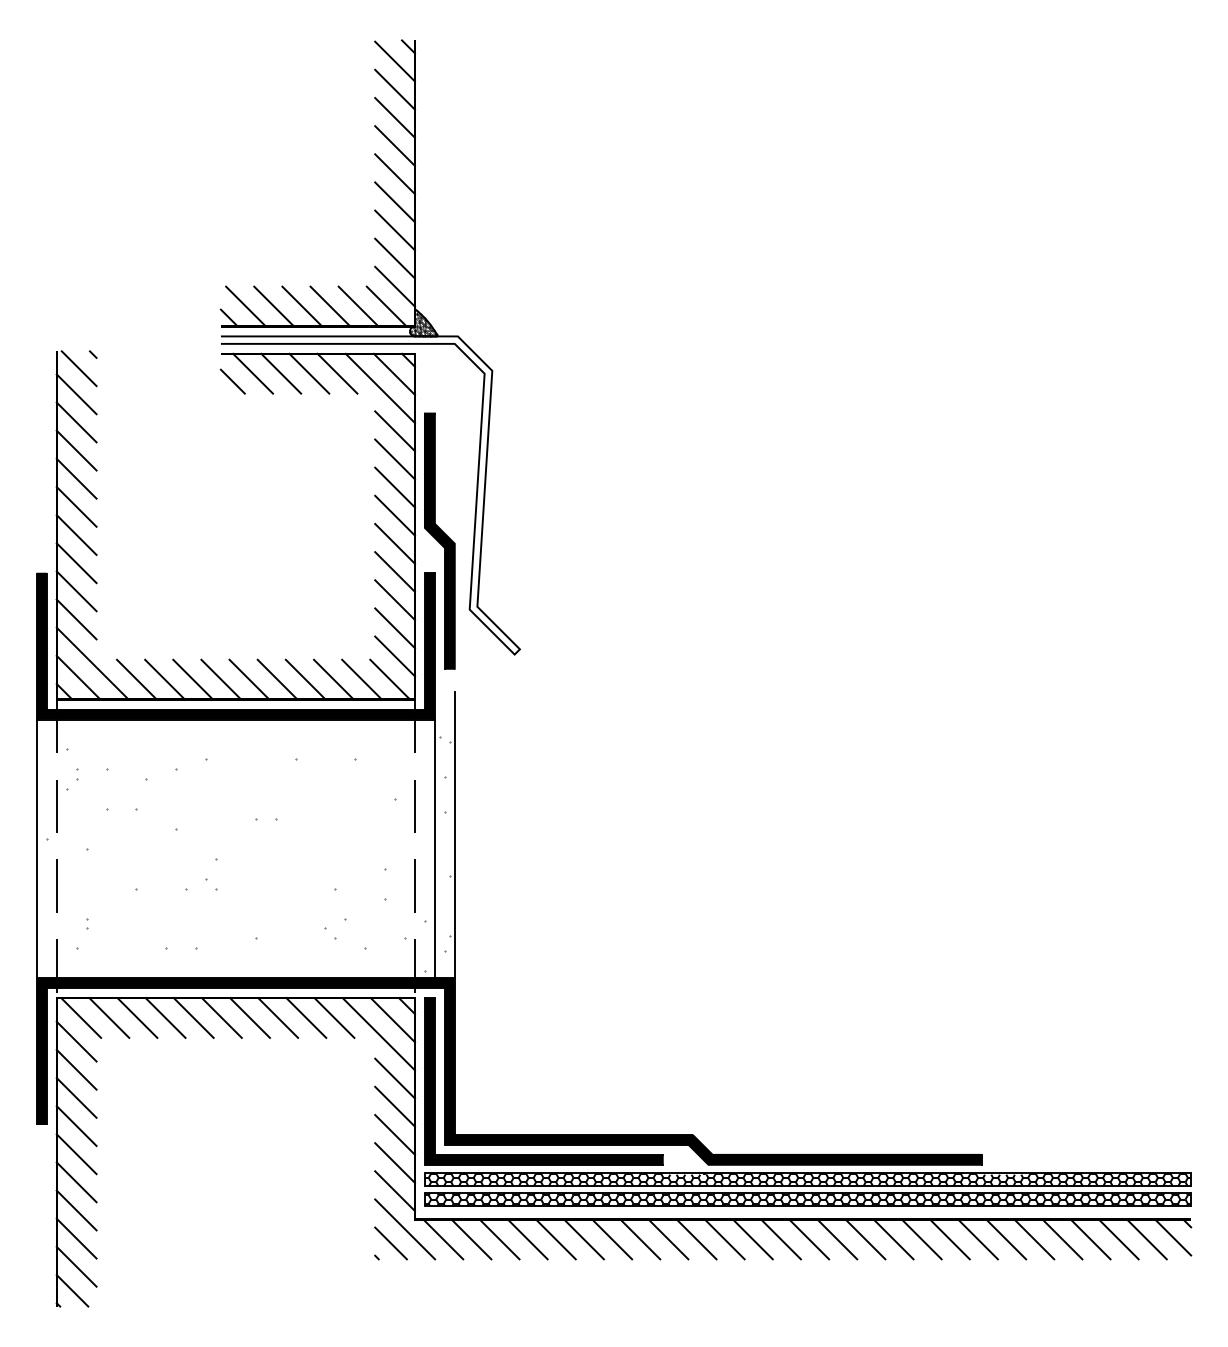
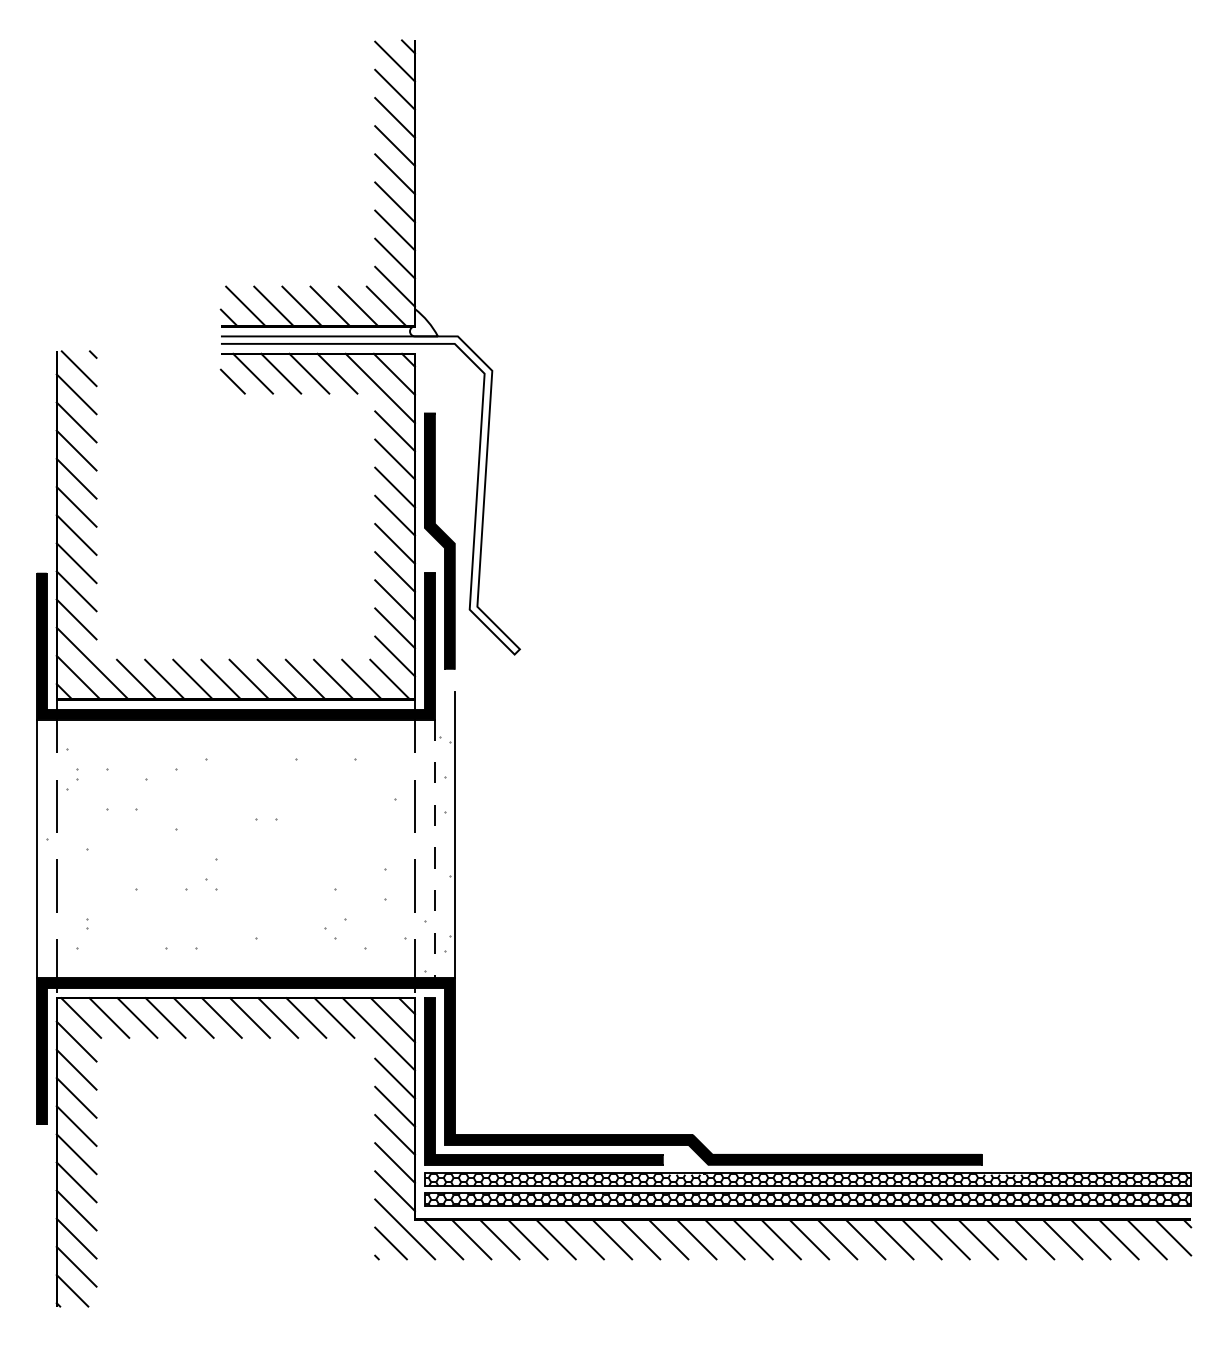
hatch at (423, 323): present -> none
line at (434, 849): solid -> dashed
